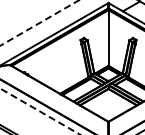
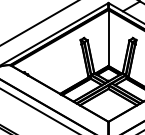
line at (39, 23): dashed -> solid
line at (40, 111): dashed -> solid
